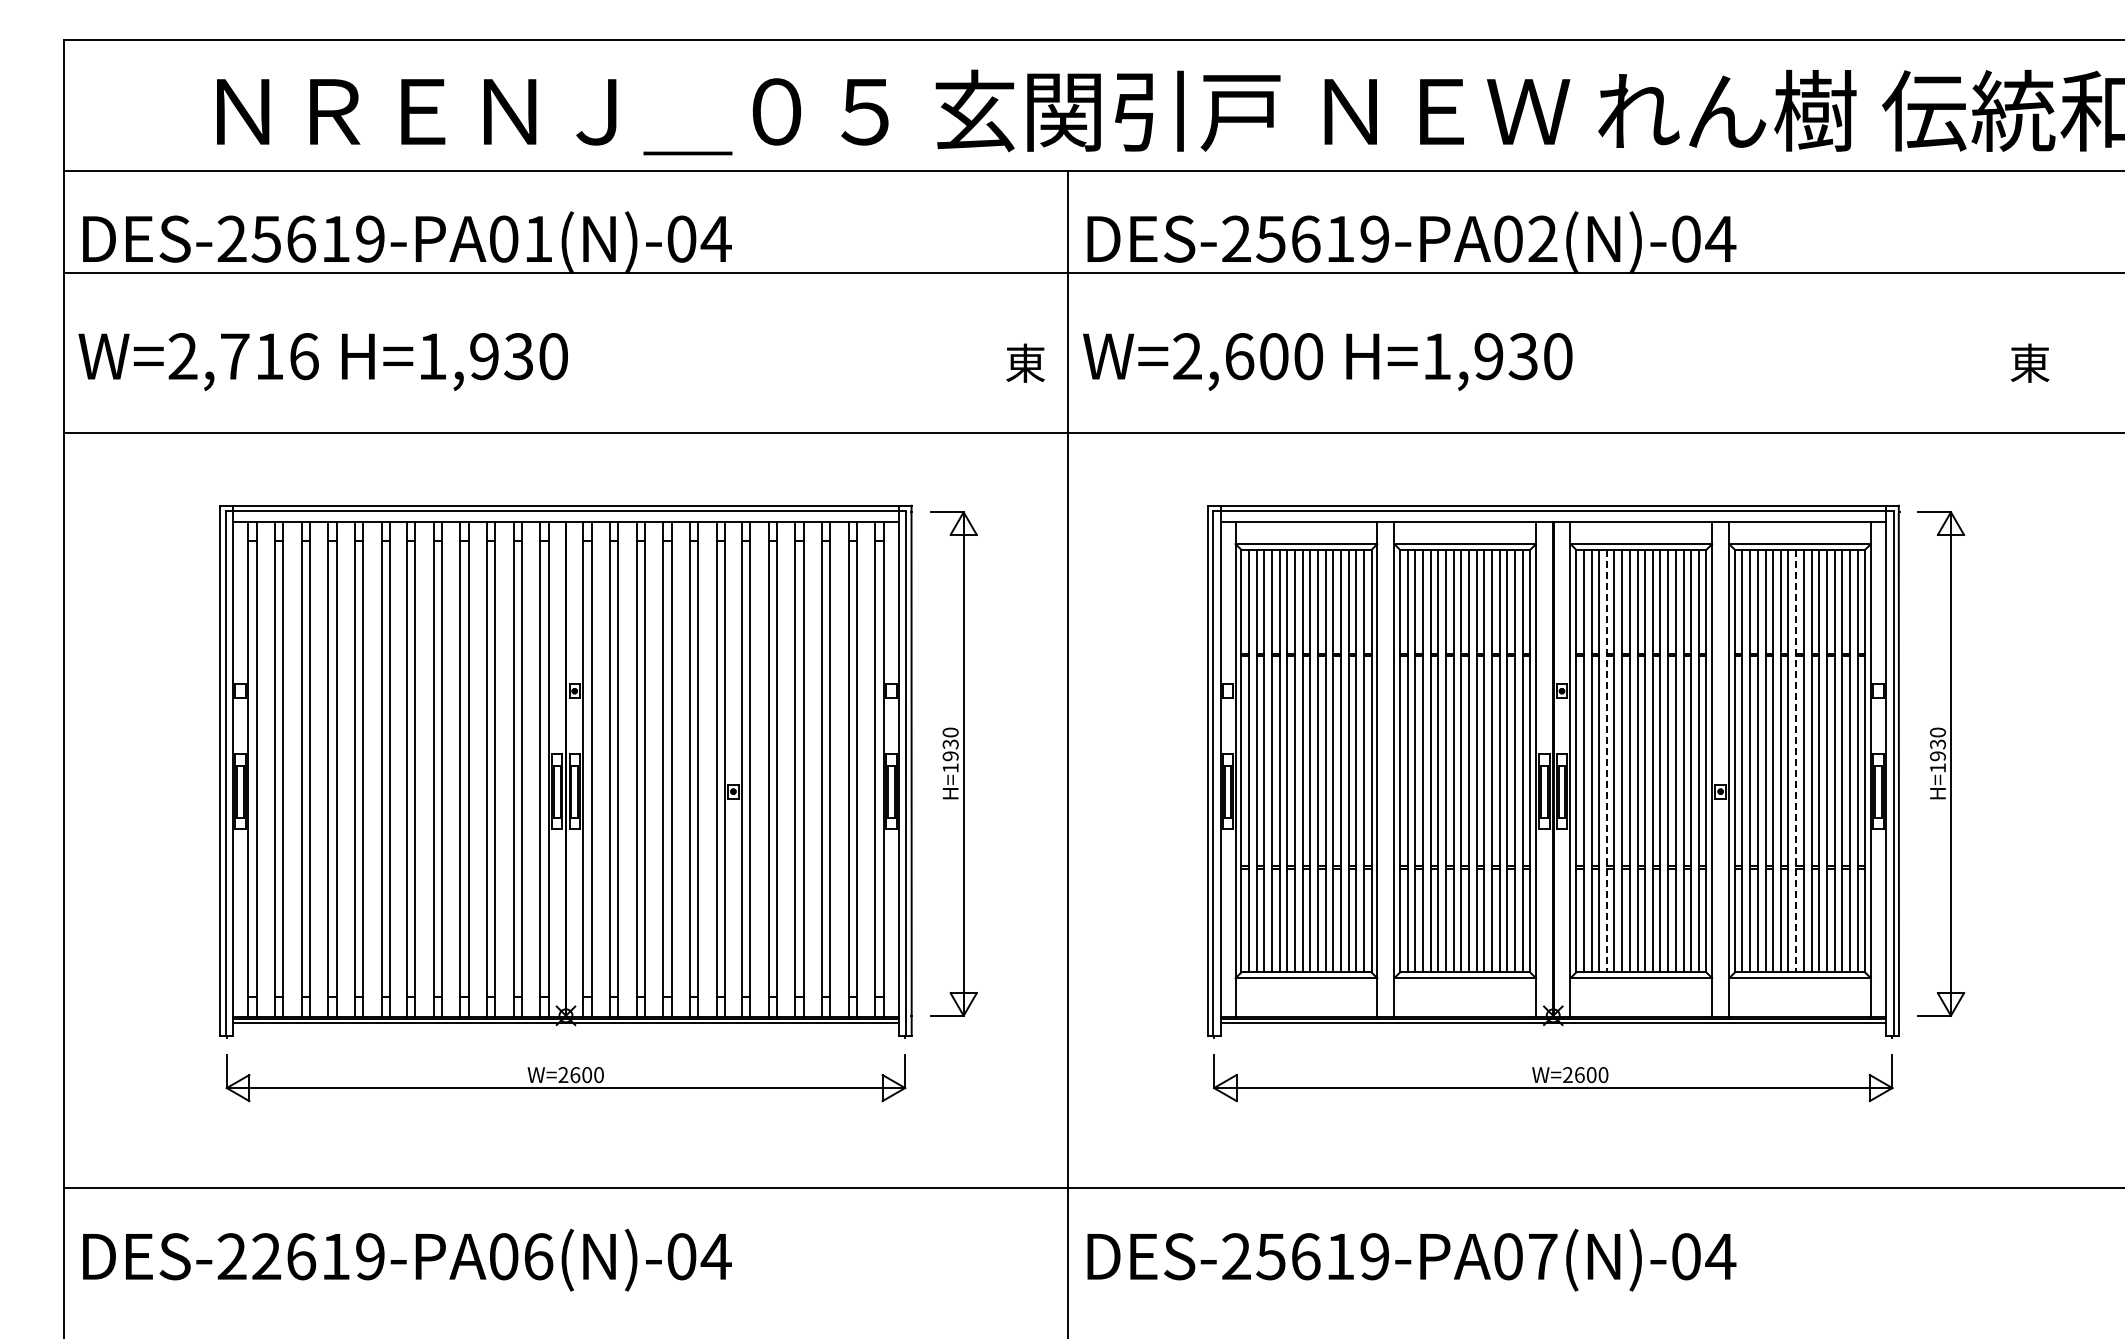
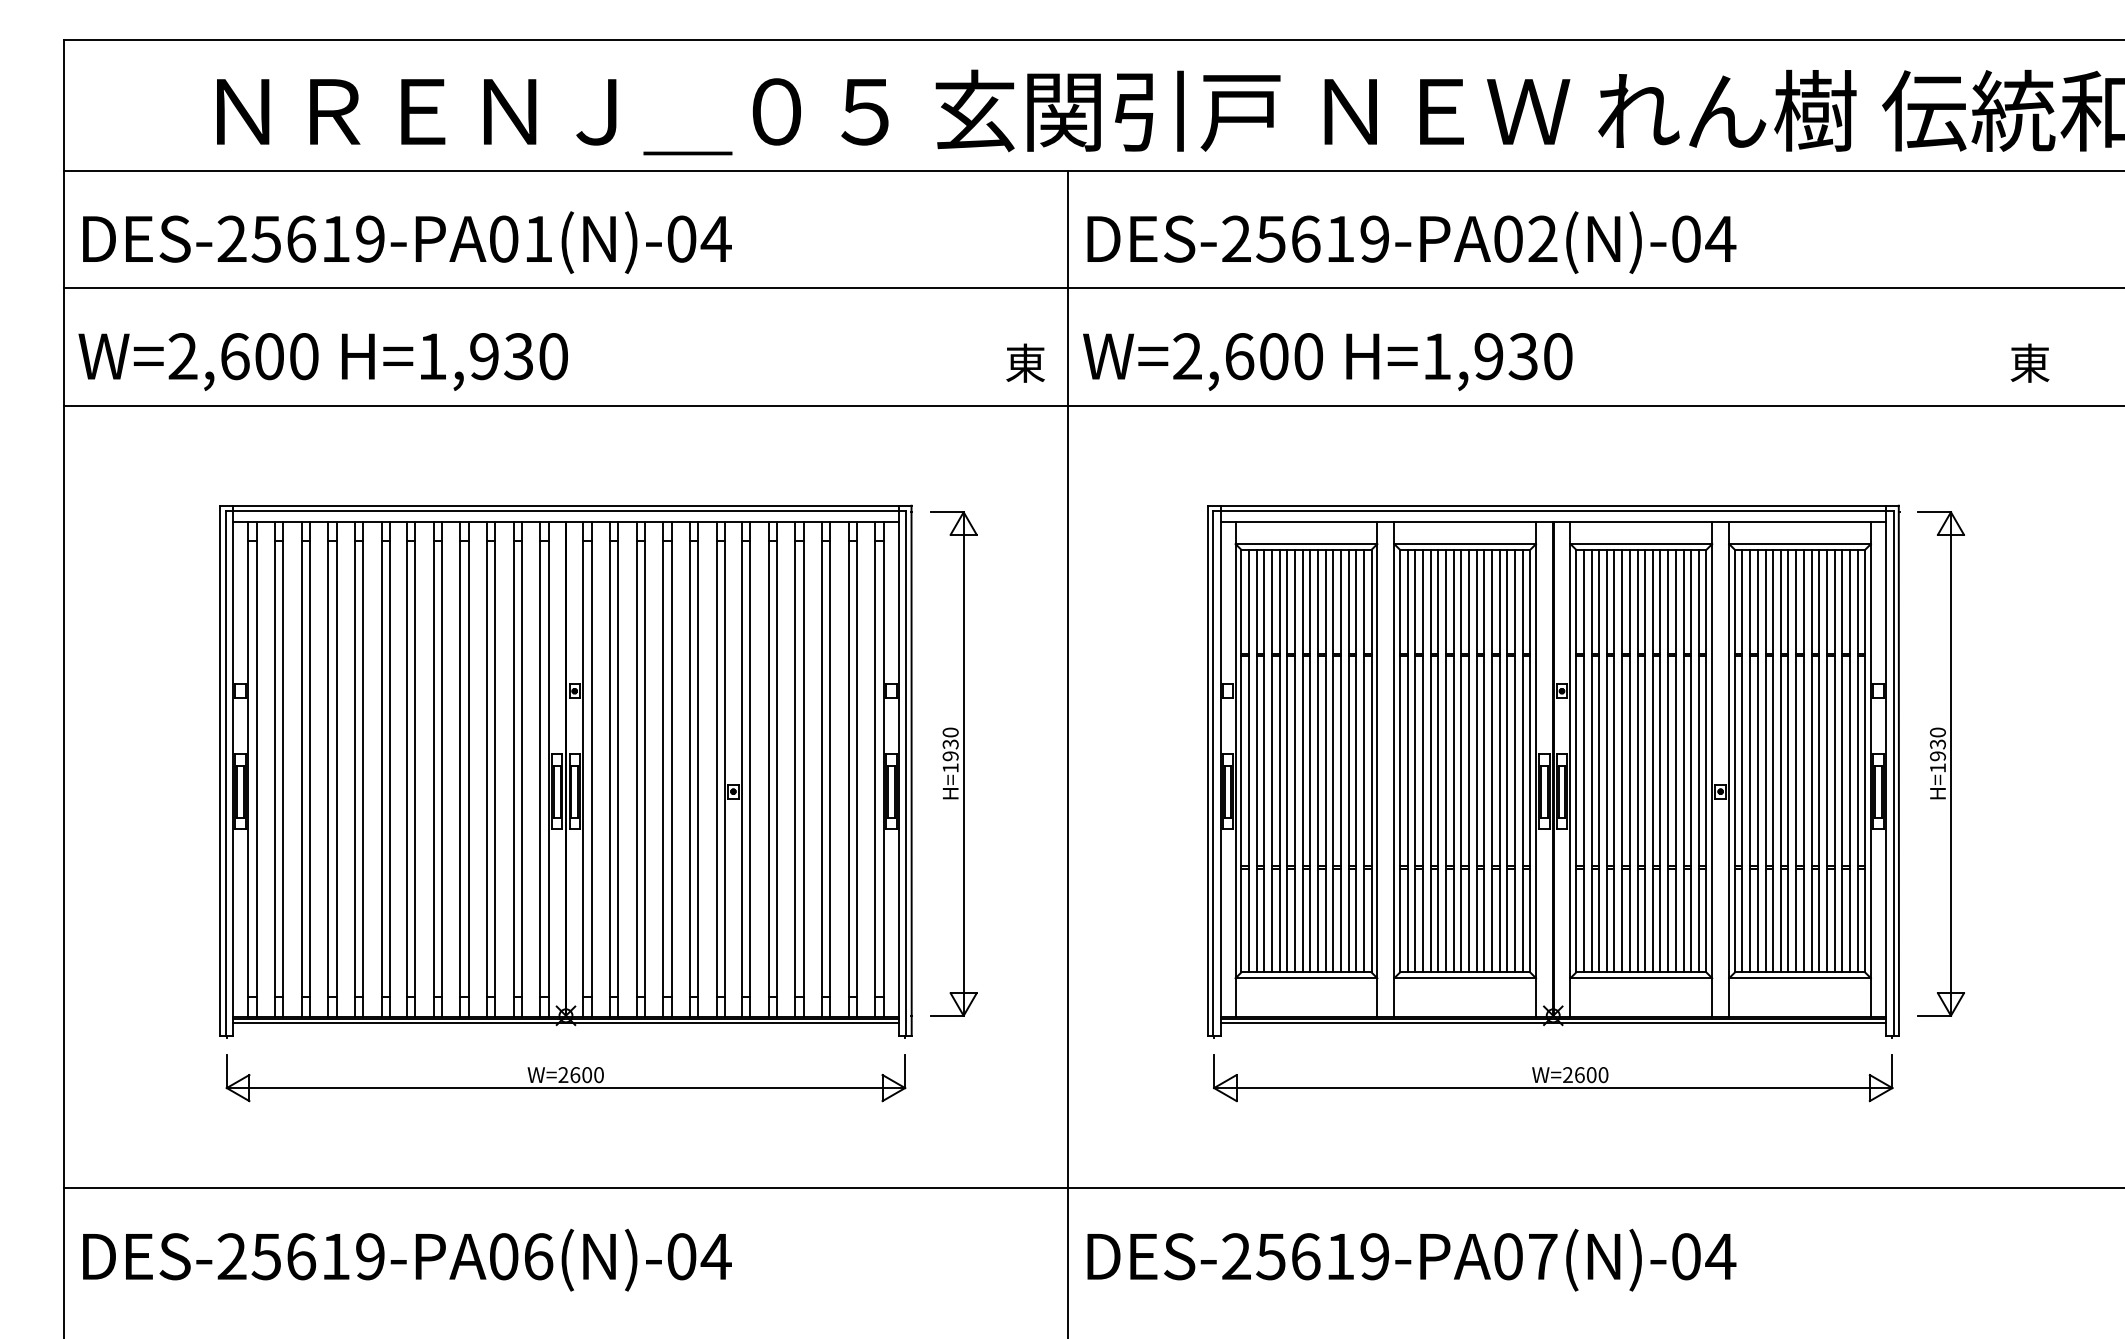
line at (1092, 273) position: (1092, 273) -> (1092, 288)
text at (269, 356): W=2,716 -> W=2,600
line at (1092, 432) position: (1092, 432) -> (1092, 405)
line at (1606, 761): dashed -> solid
line at (1796, 761): dashed -> solid
text at (266, 1256): DES-22619-PA06(N)-04 -> DES-25619-PA06(N)-04
